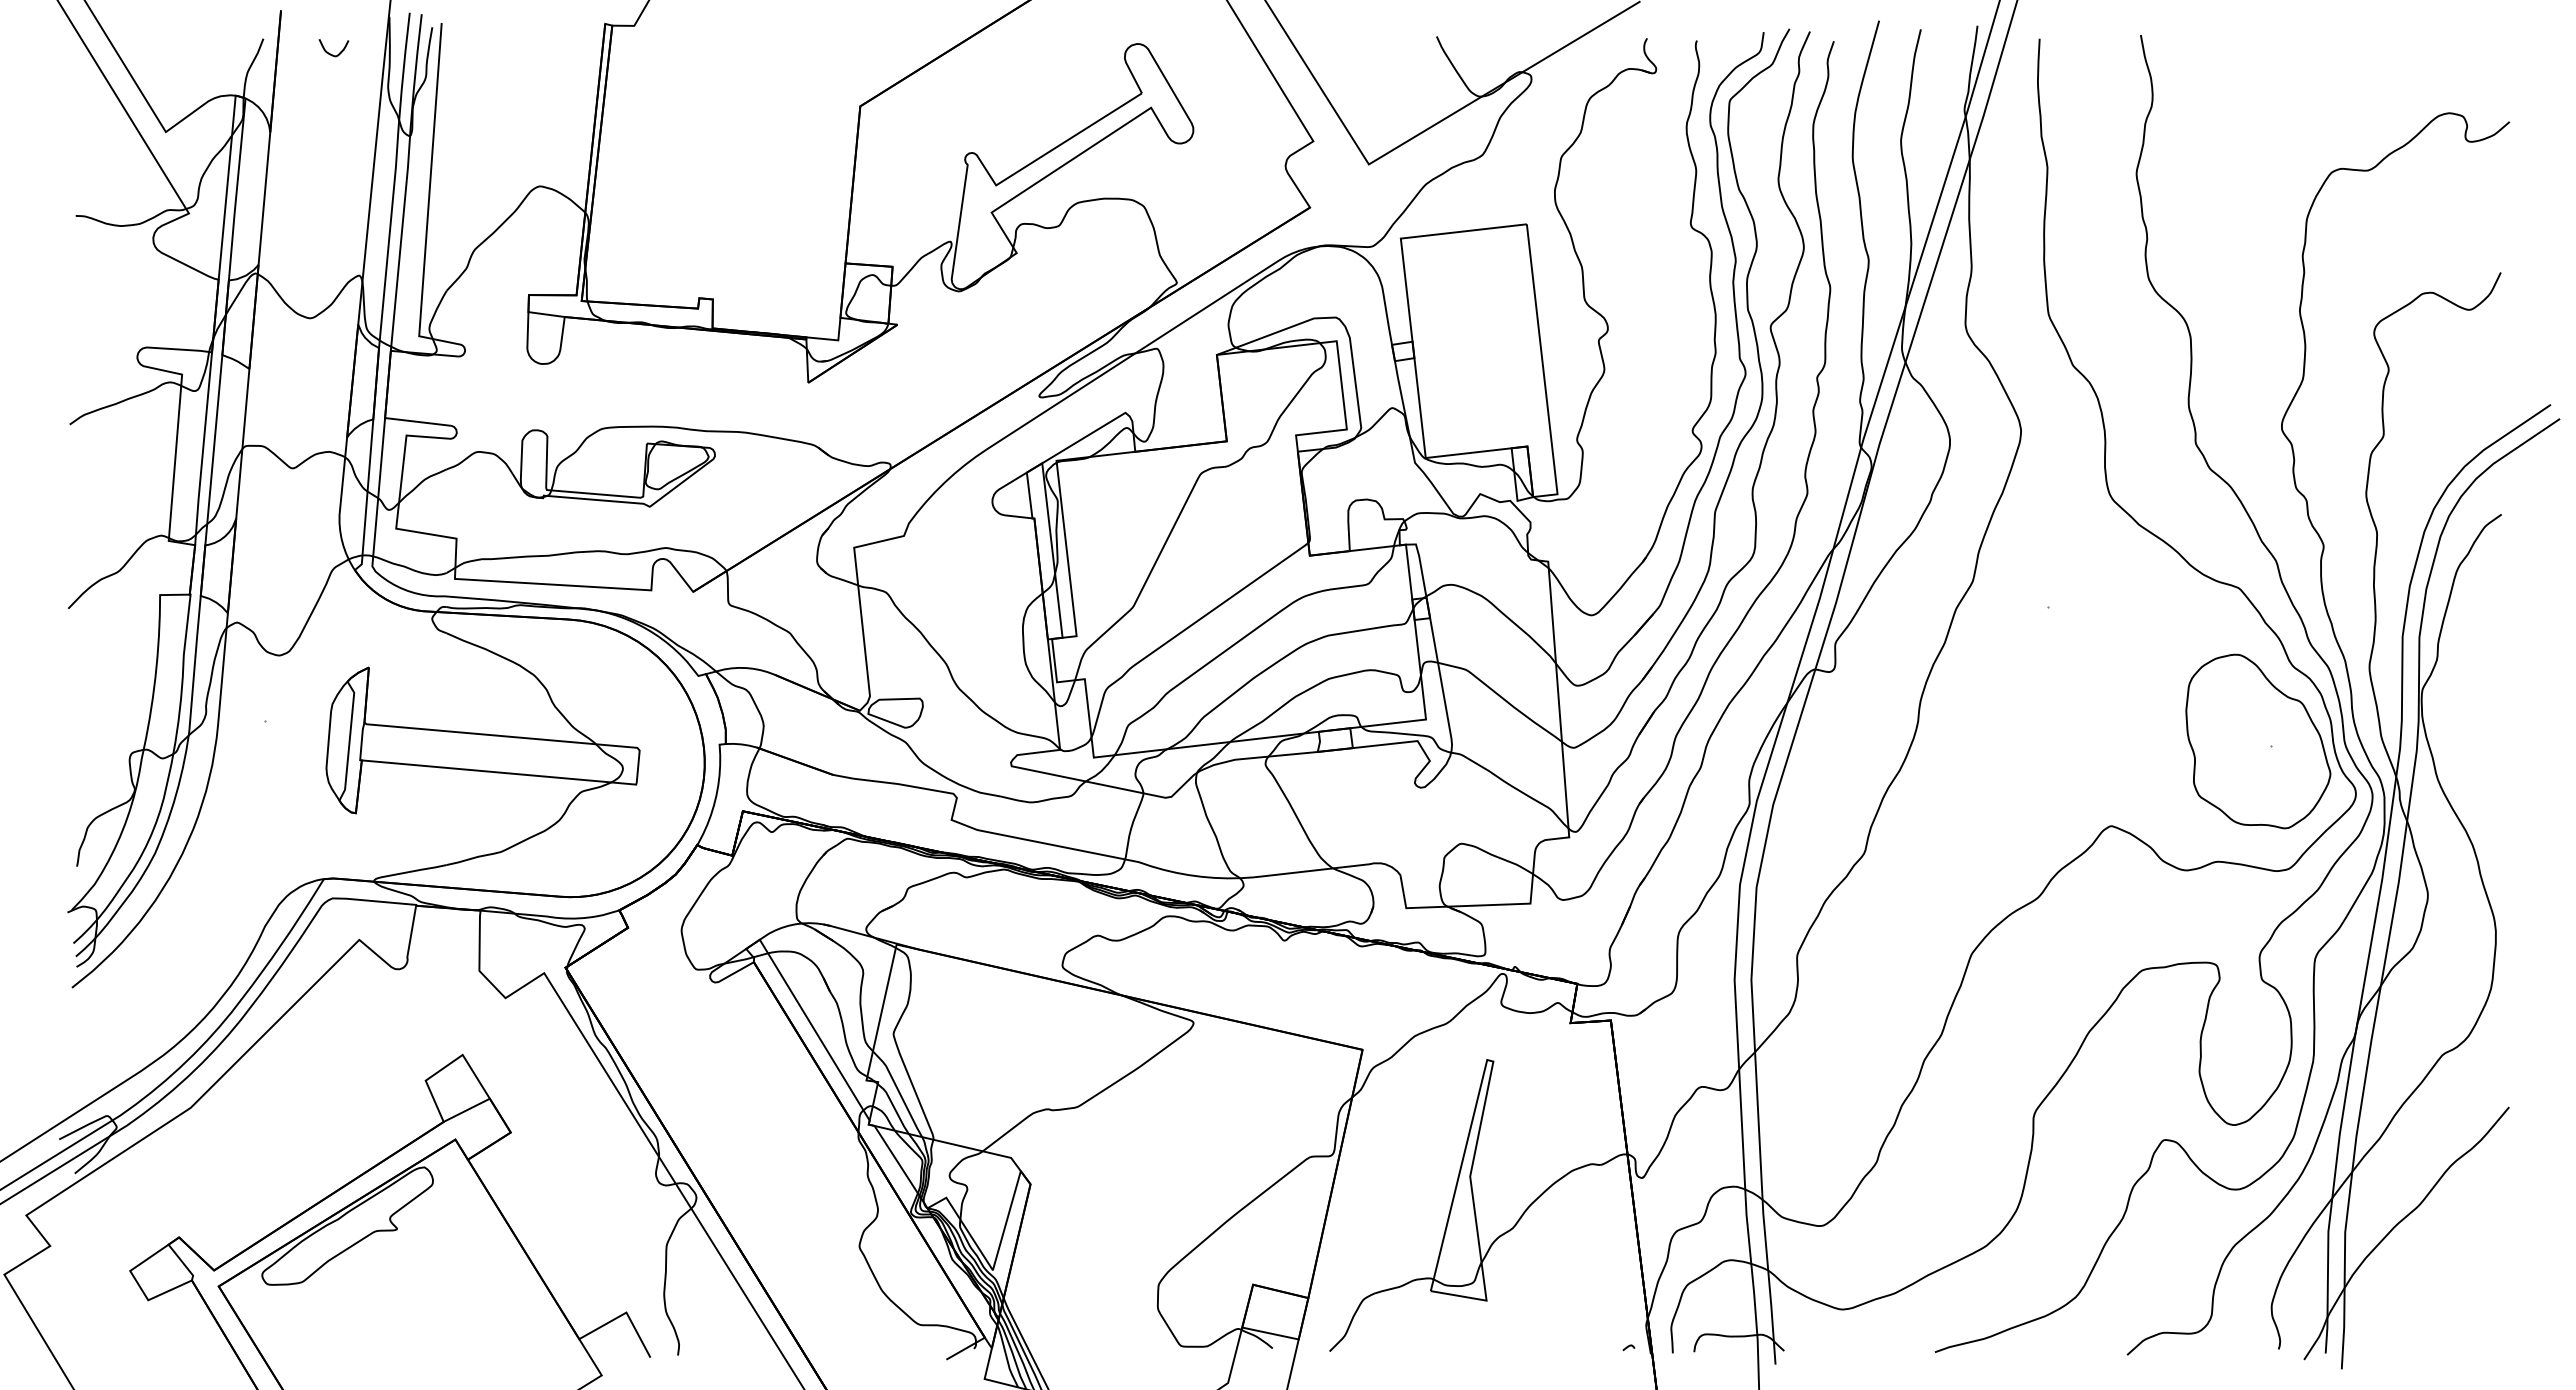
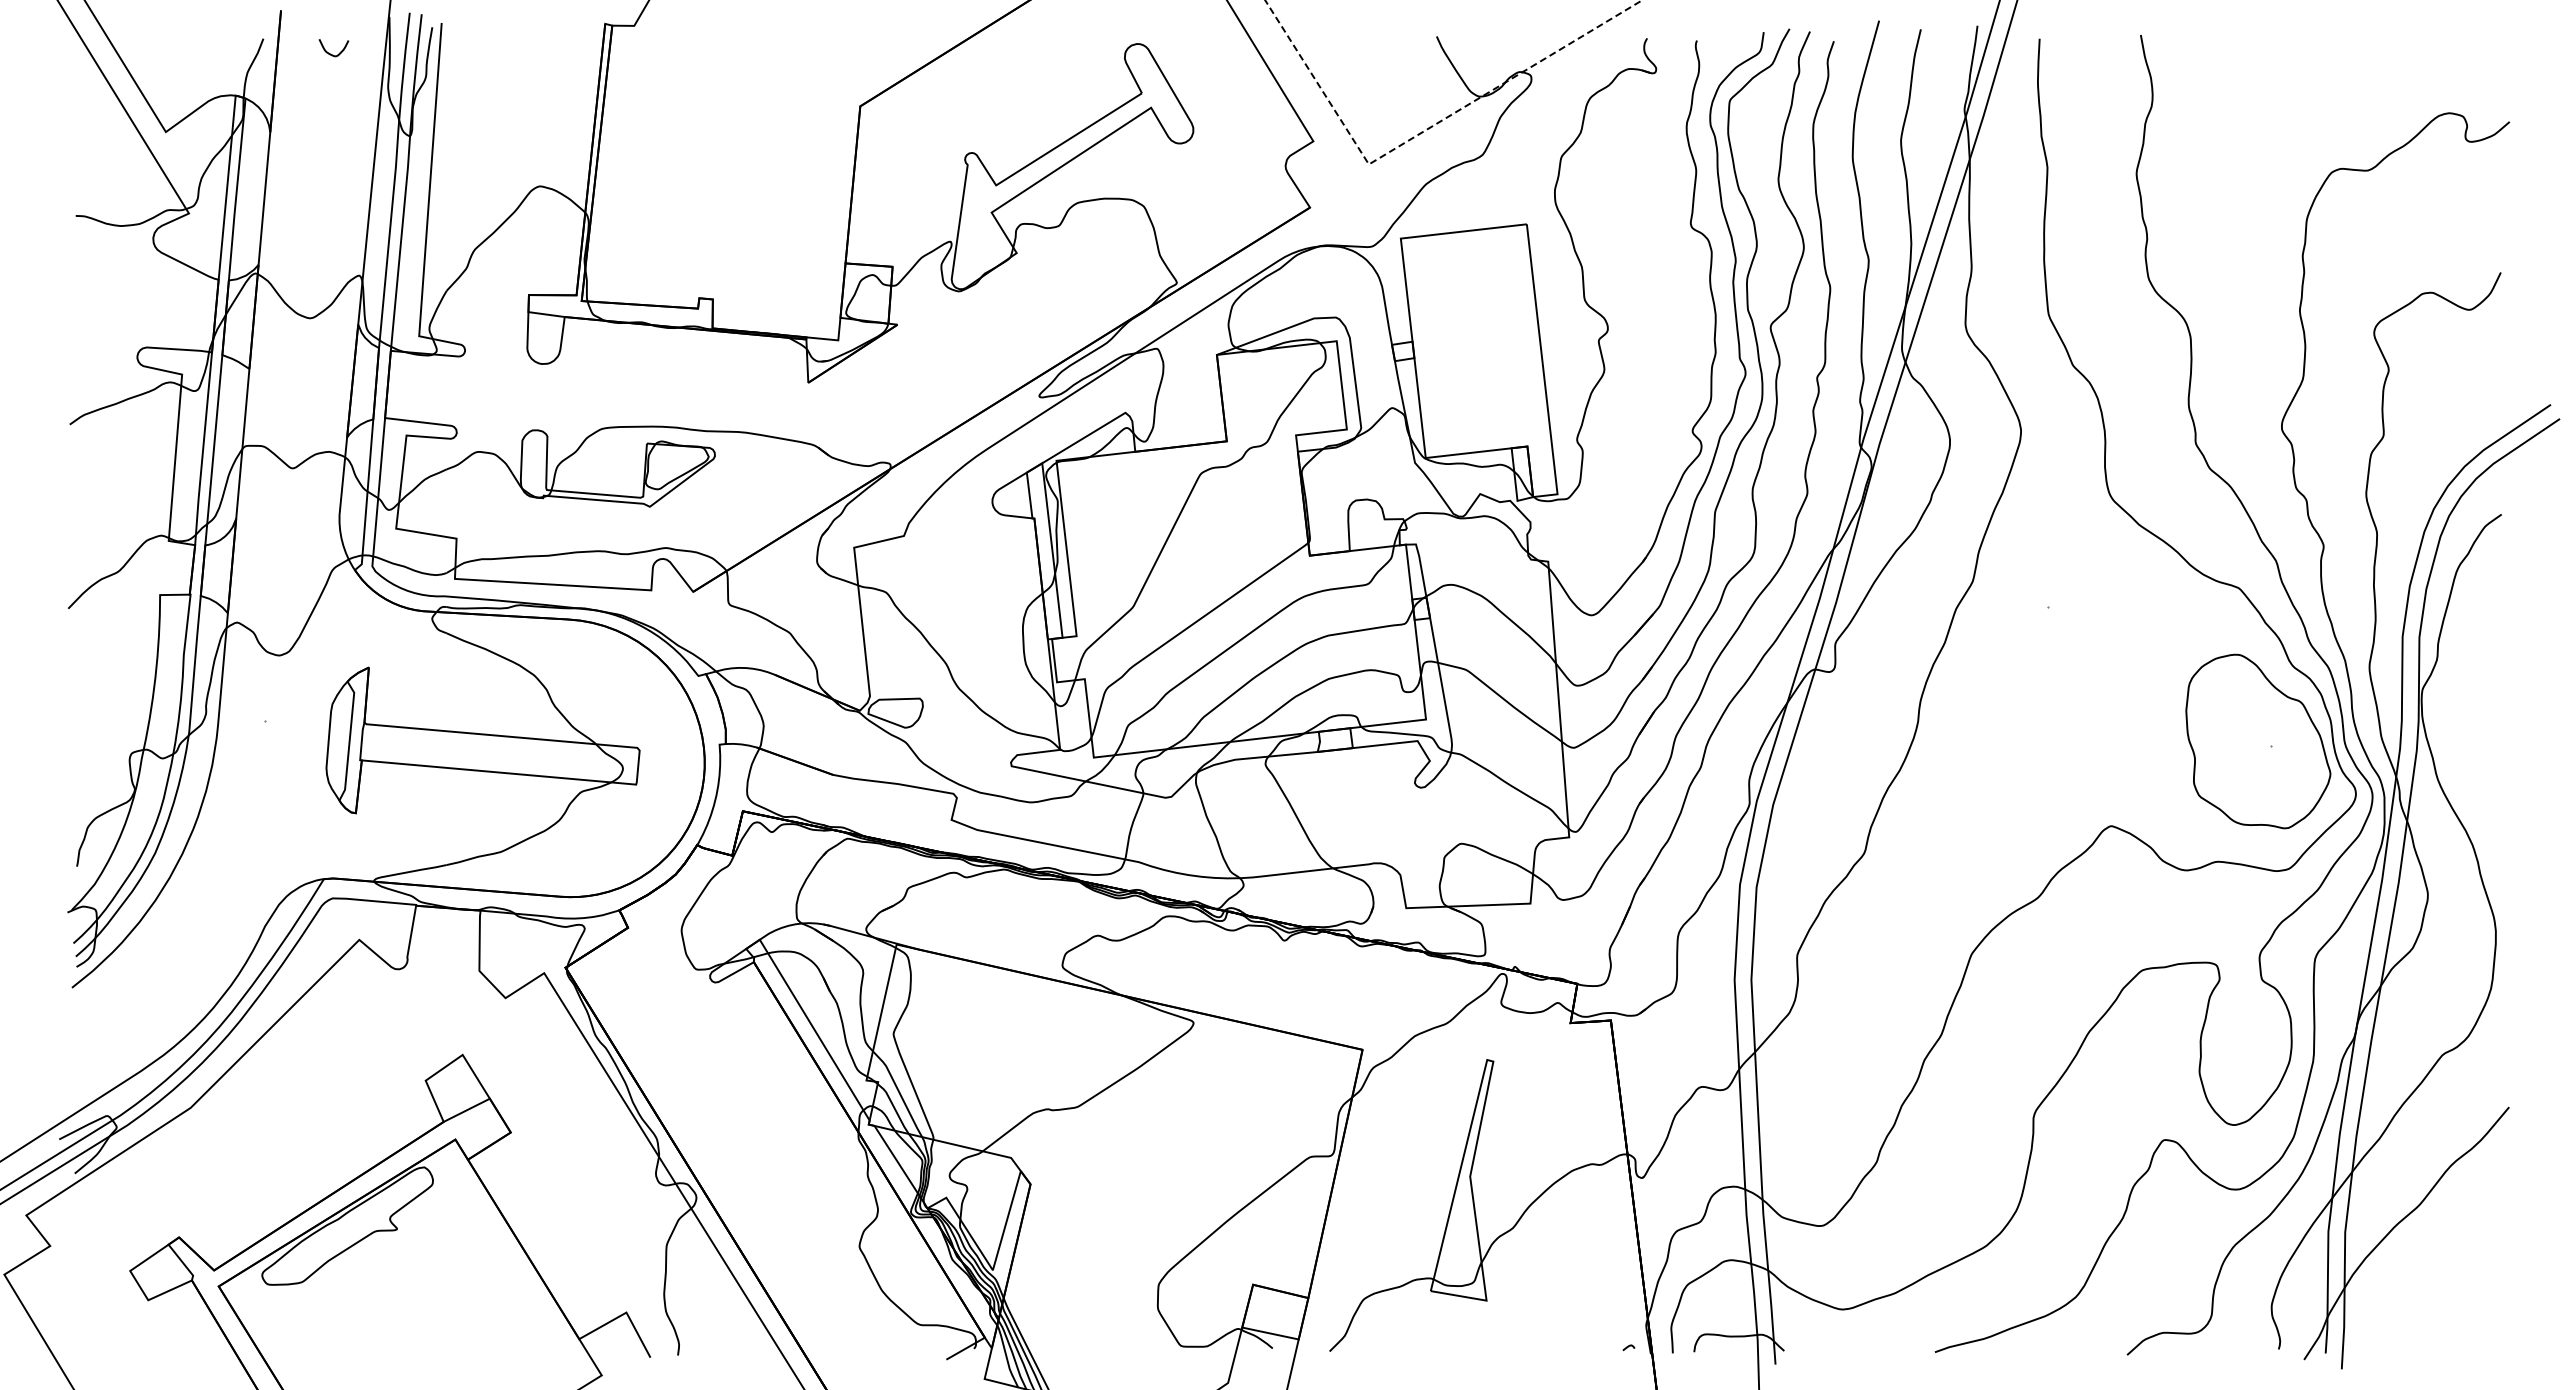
line at (1421, 133): solid -> dashed
